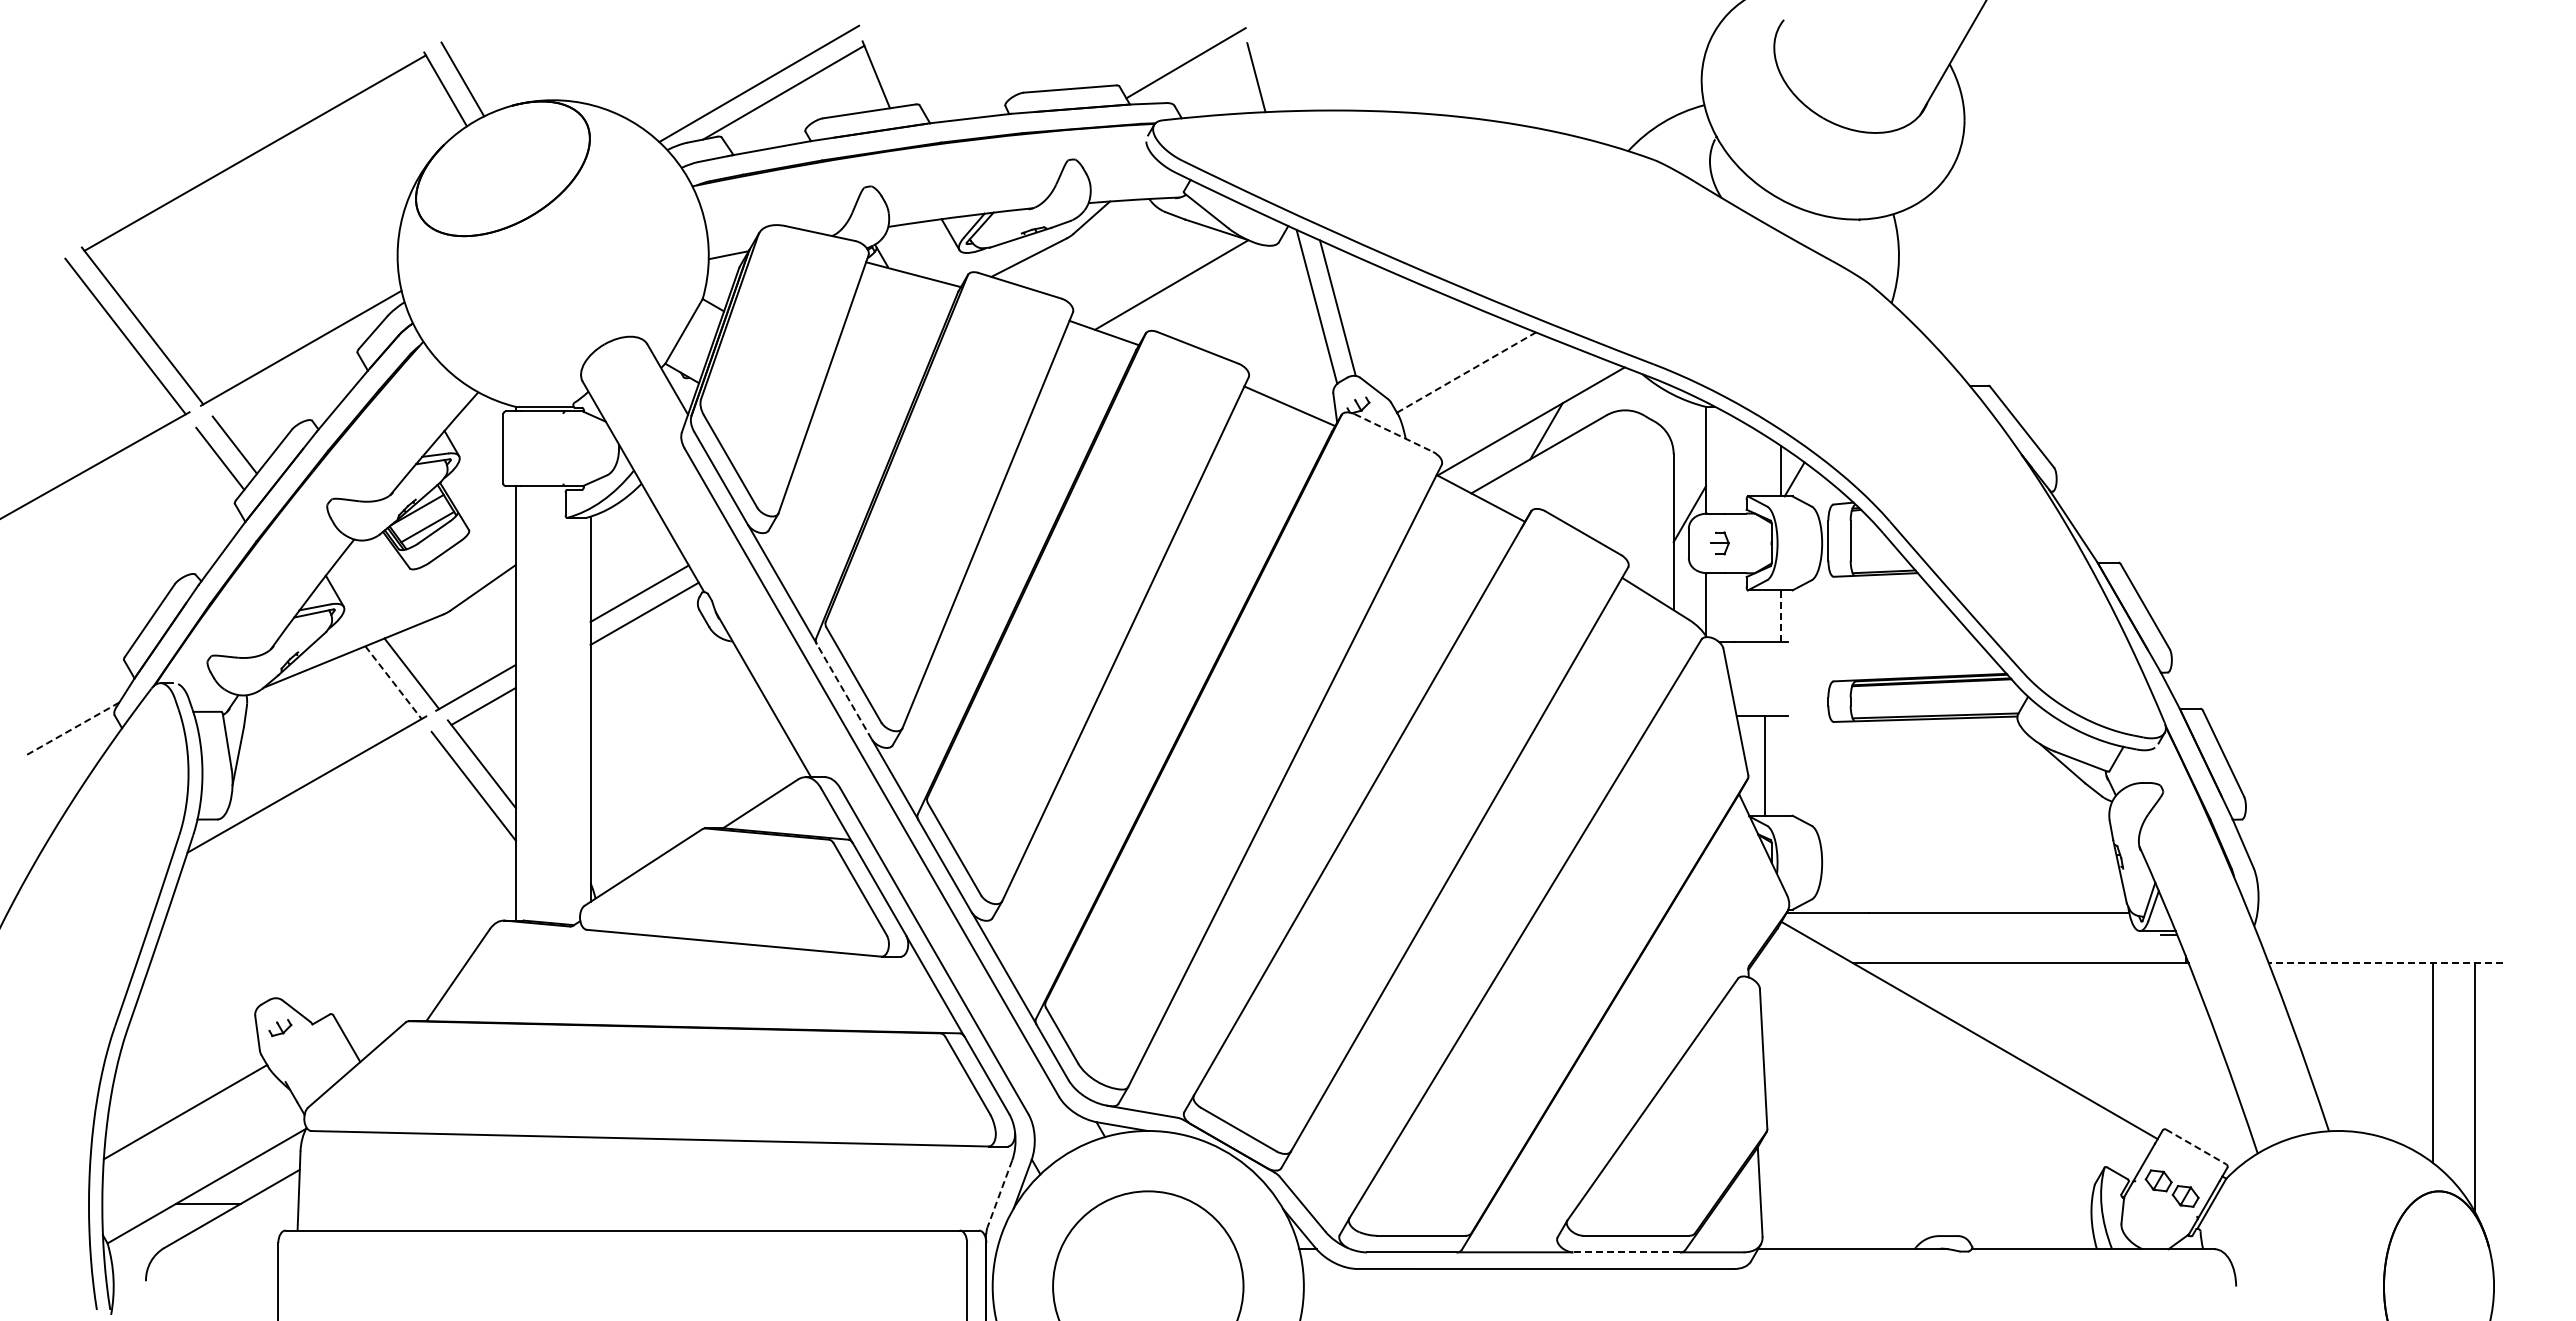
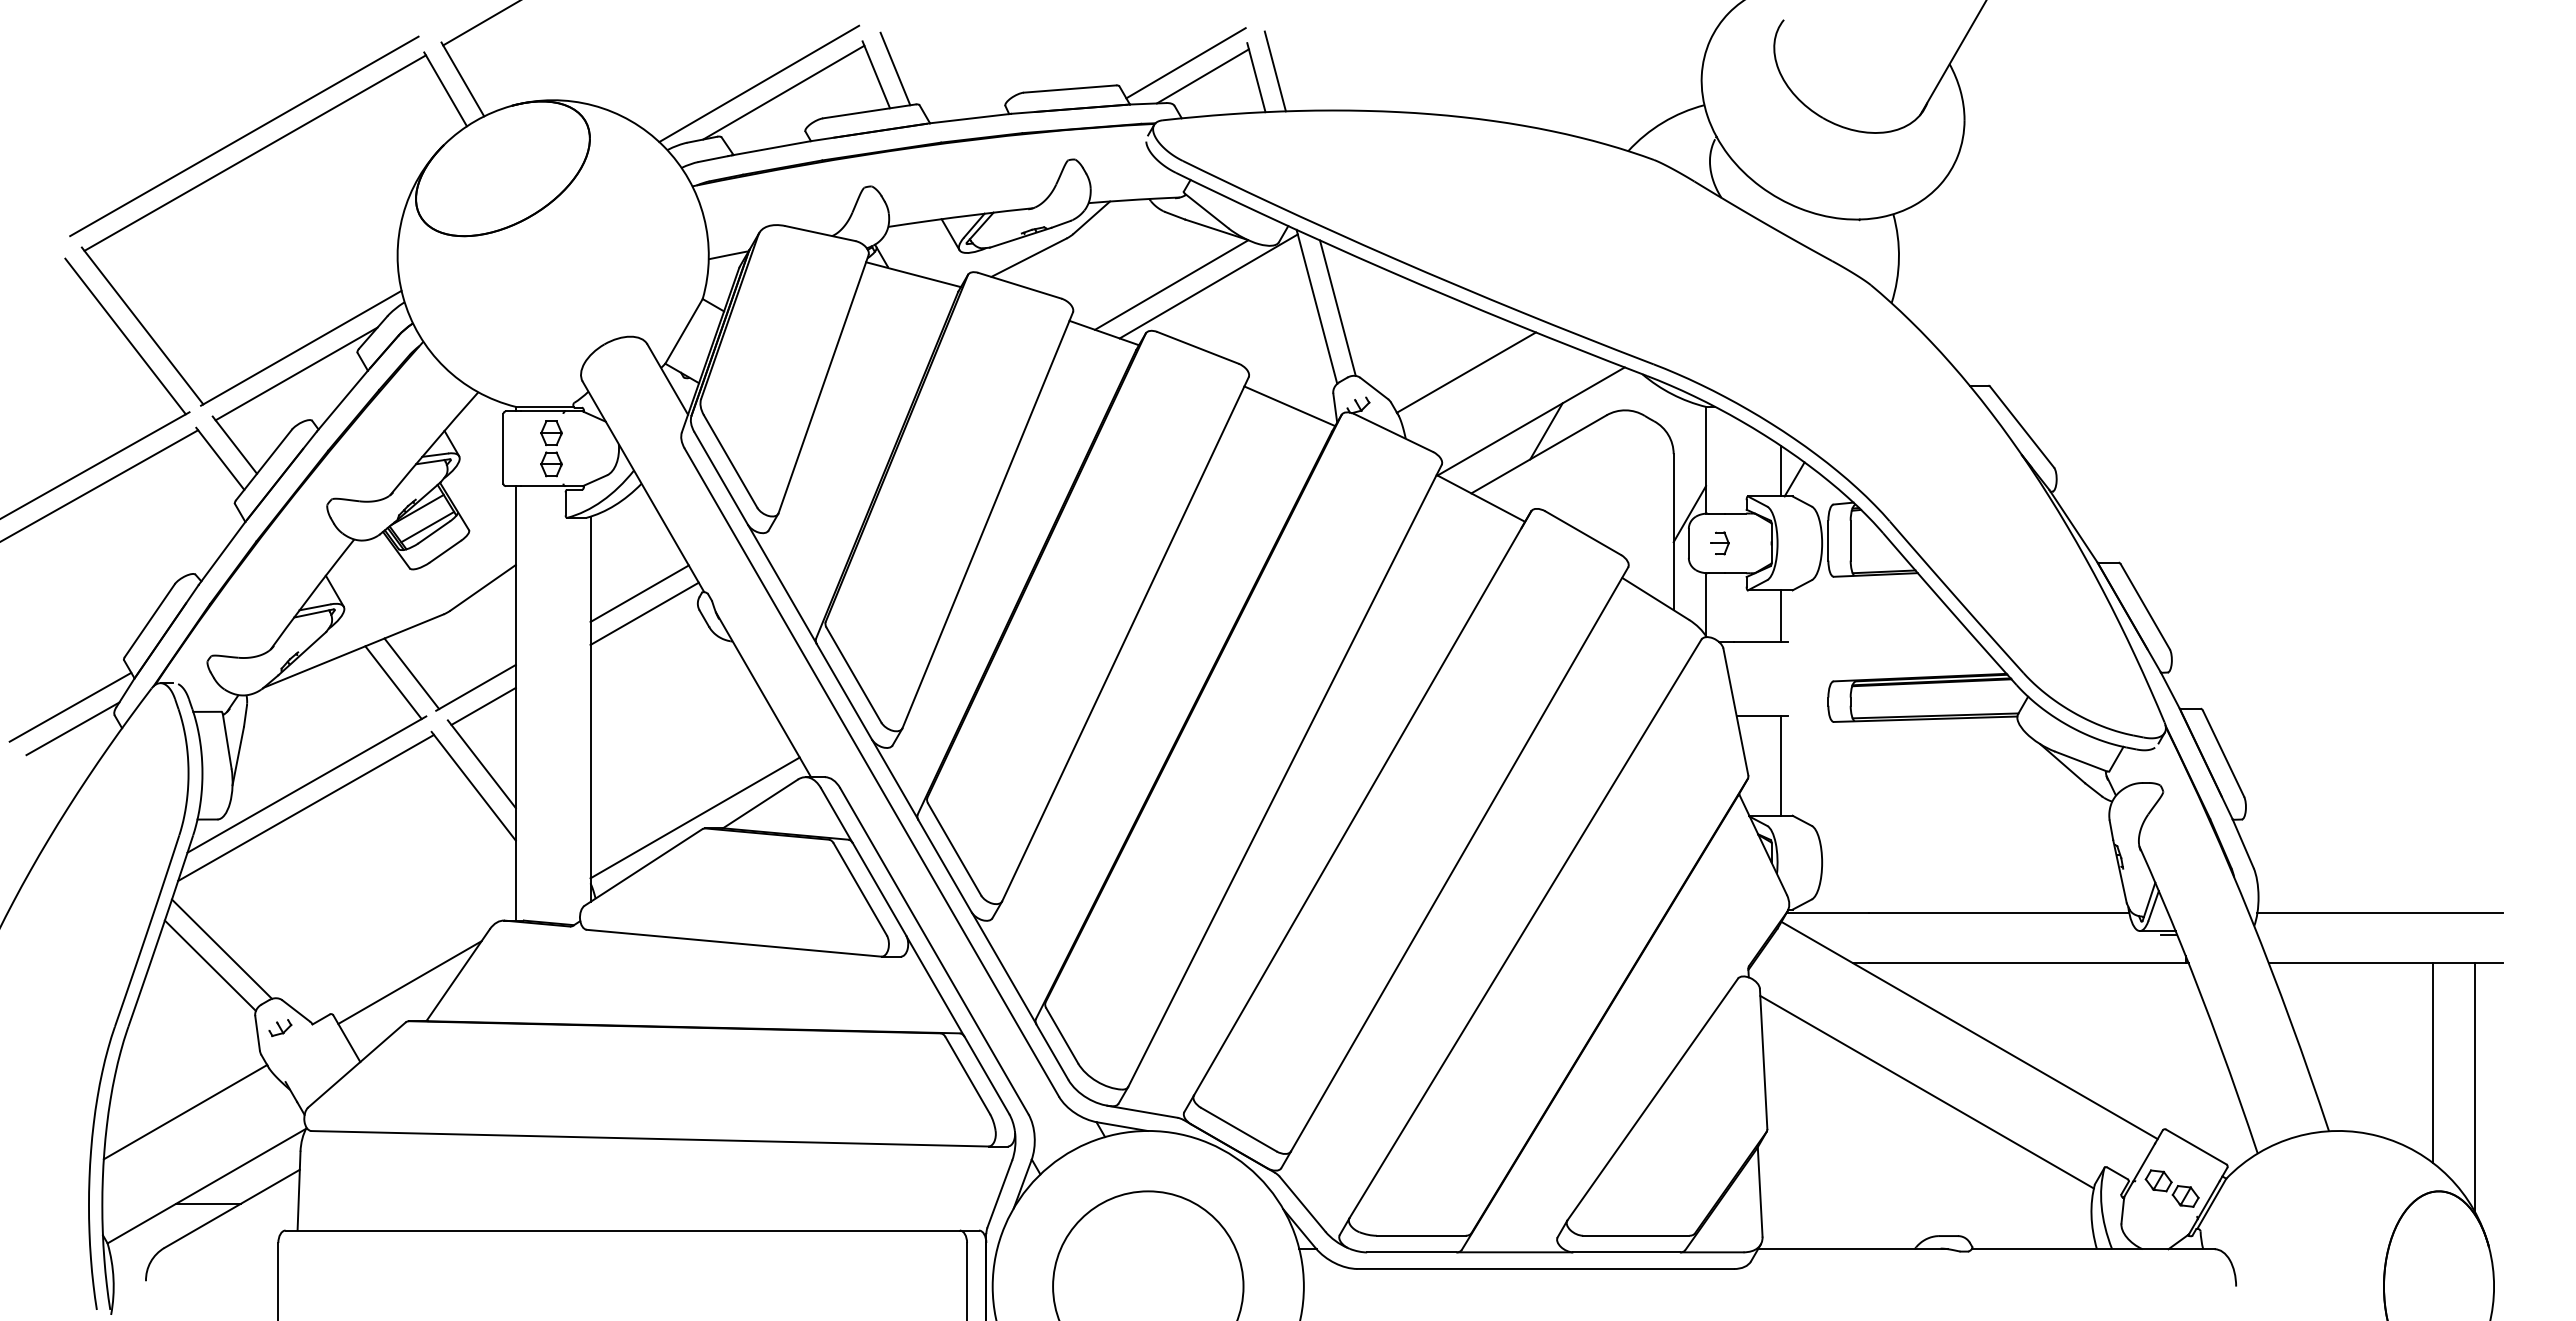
line at (480, 23): none -> present
line at (895, 68): none -> present
line at (1274, 71): none -> present
line at (1202, 76): none -> present
line at (244, 136): none -> present
line at (1208, 286): none -> present
line at (1466, 372): dashed -> solid
line at (296, 373): none -> present
line at (1393, 433): dashed -> solid
part at (551, 448): none -> present
line at (100, 485): none -> present
line at (1780, 616): dashed -> solid
line at (393, 682): dashed -> solid
line at (844, 691): dashed -> solid
line at (70, 706): none -> present
line at (72, 729): dashed -> solid
line at (1764, 765) position: (1764, 765) -> (1780, 765)
line at (306, 807): none -> present
line at (694, 817): none -> present
line at (2380, 913): none -> present
line at (221, 948): none -> present
line at (2385, 962): dashed -> solid
line at (209, 965): none -> present
line at (409, 982): none -> present
line at (1926, 1091): none -> present
line at (2196, 1146): dashed -> solid
line at (999, 1194): dashed -> solid
line at (1626, 1252): dashed -> solid
